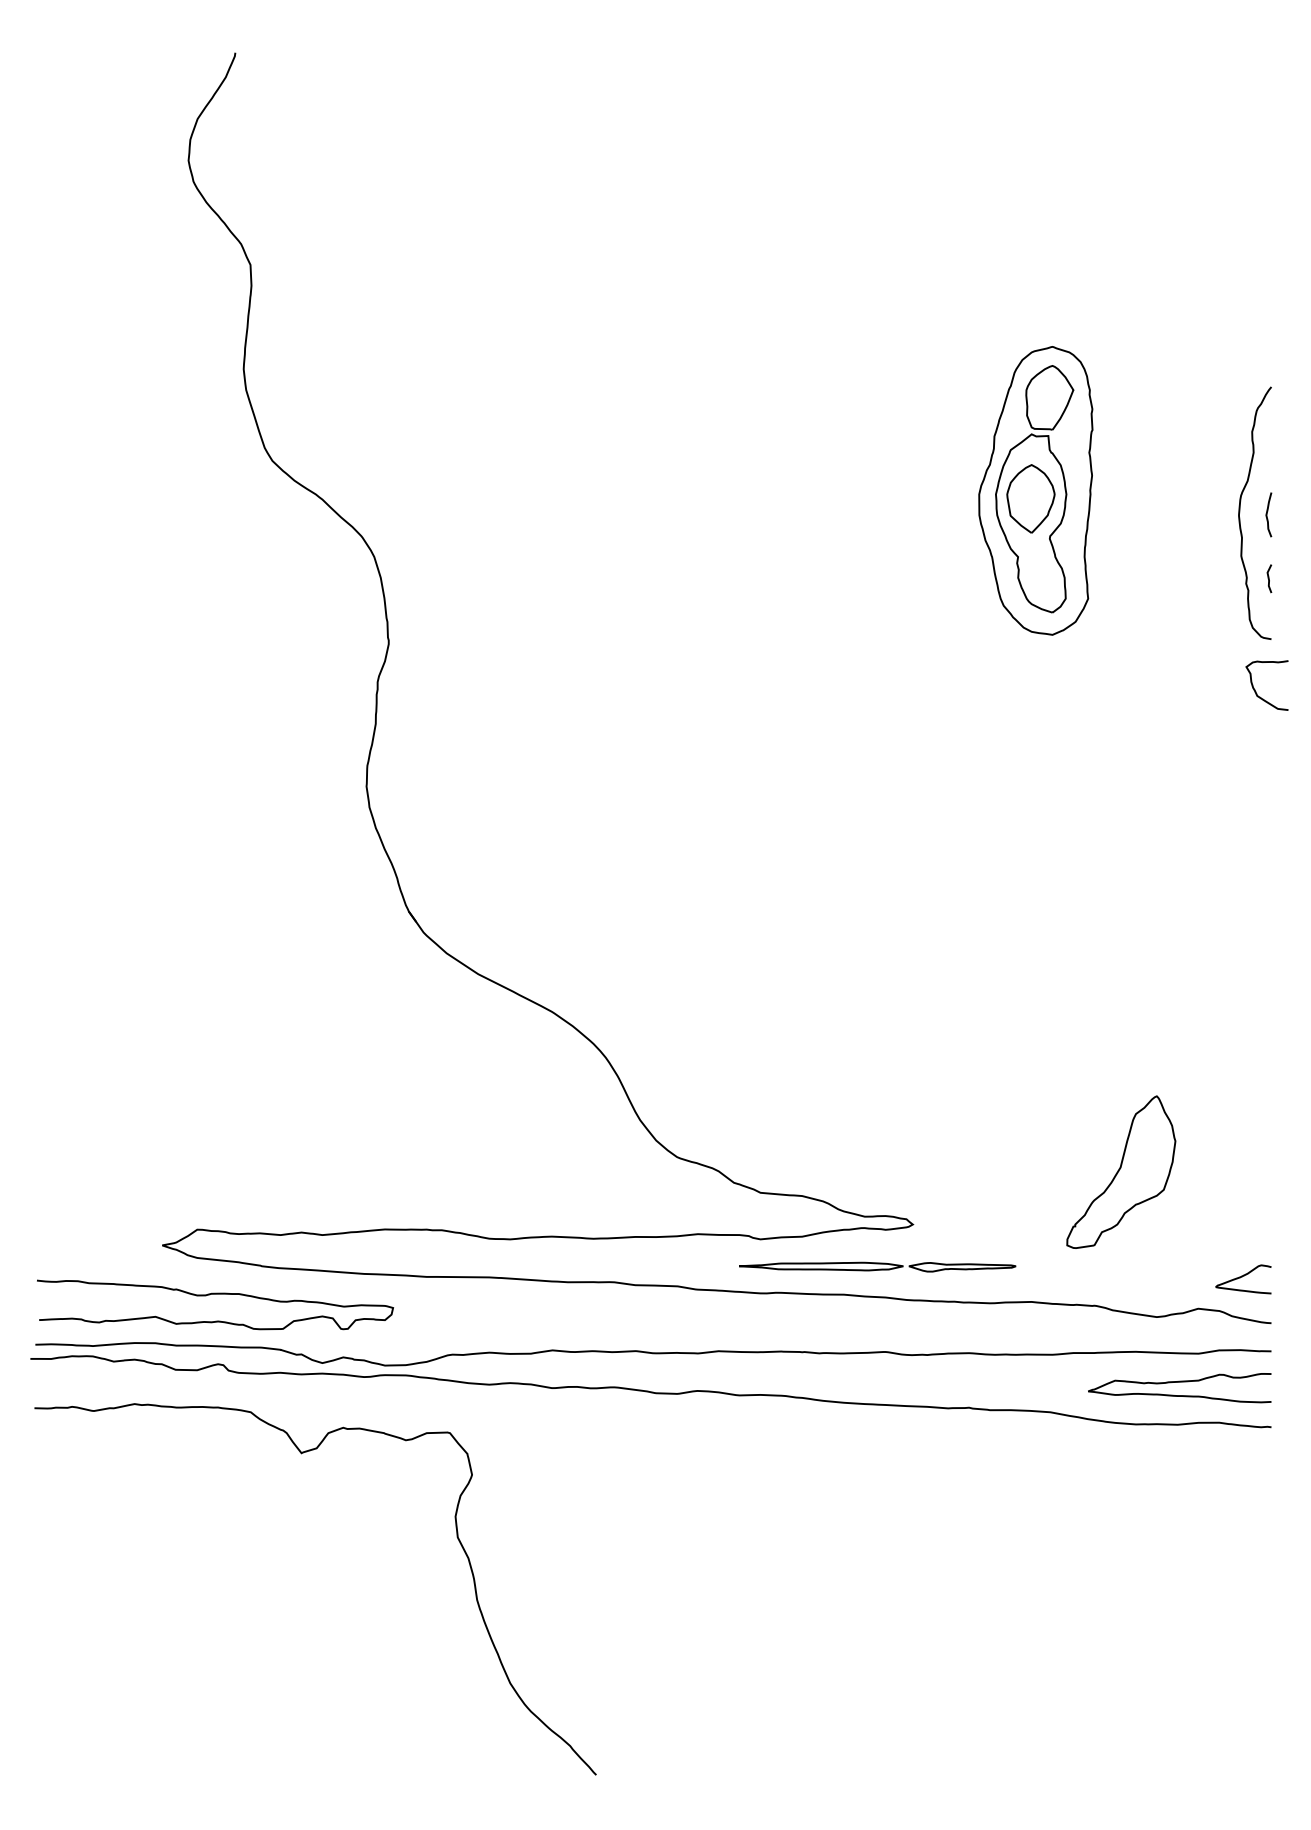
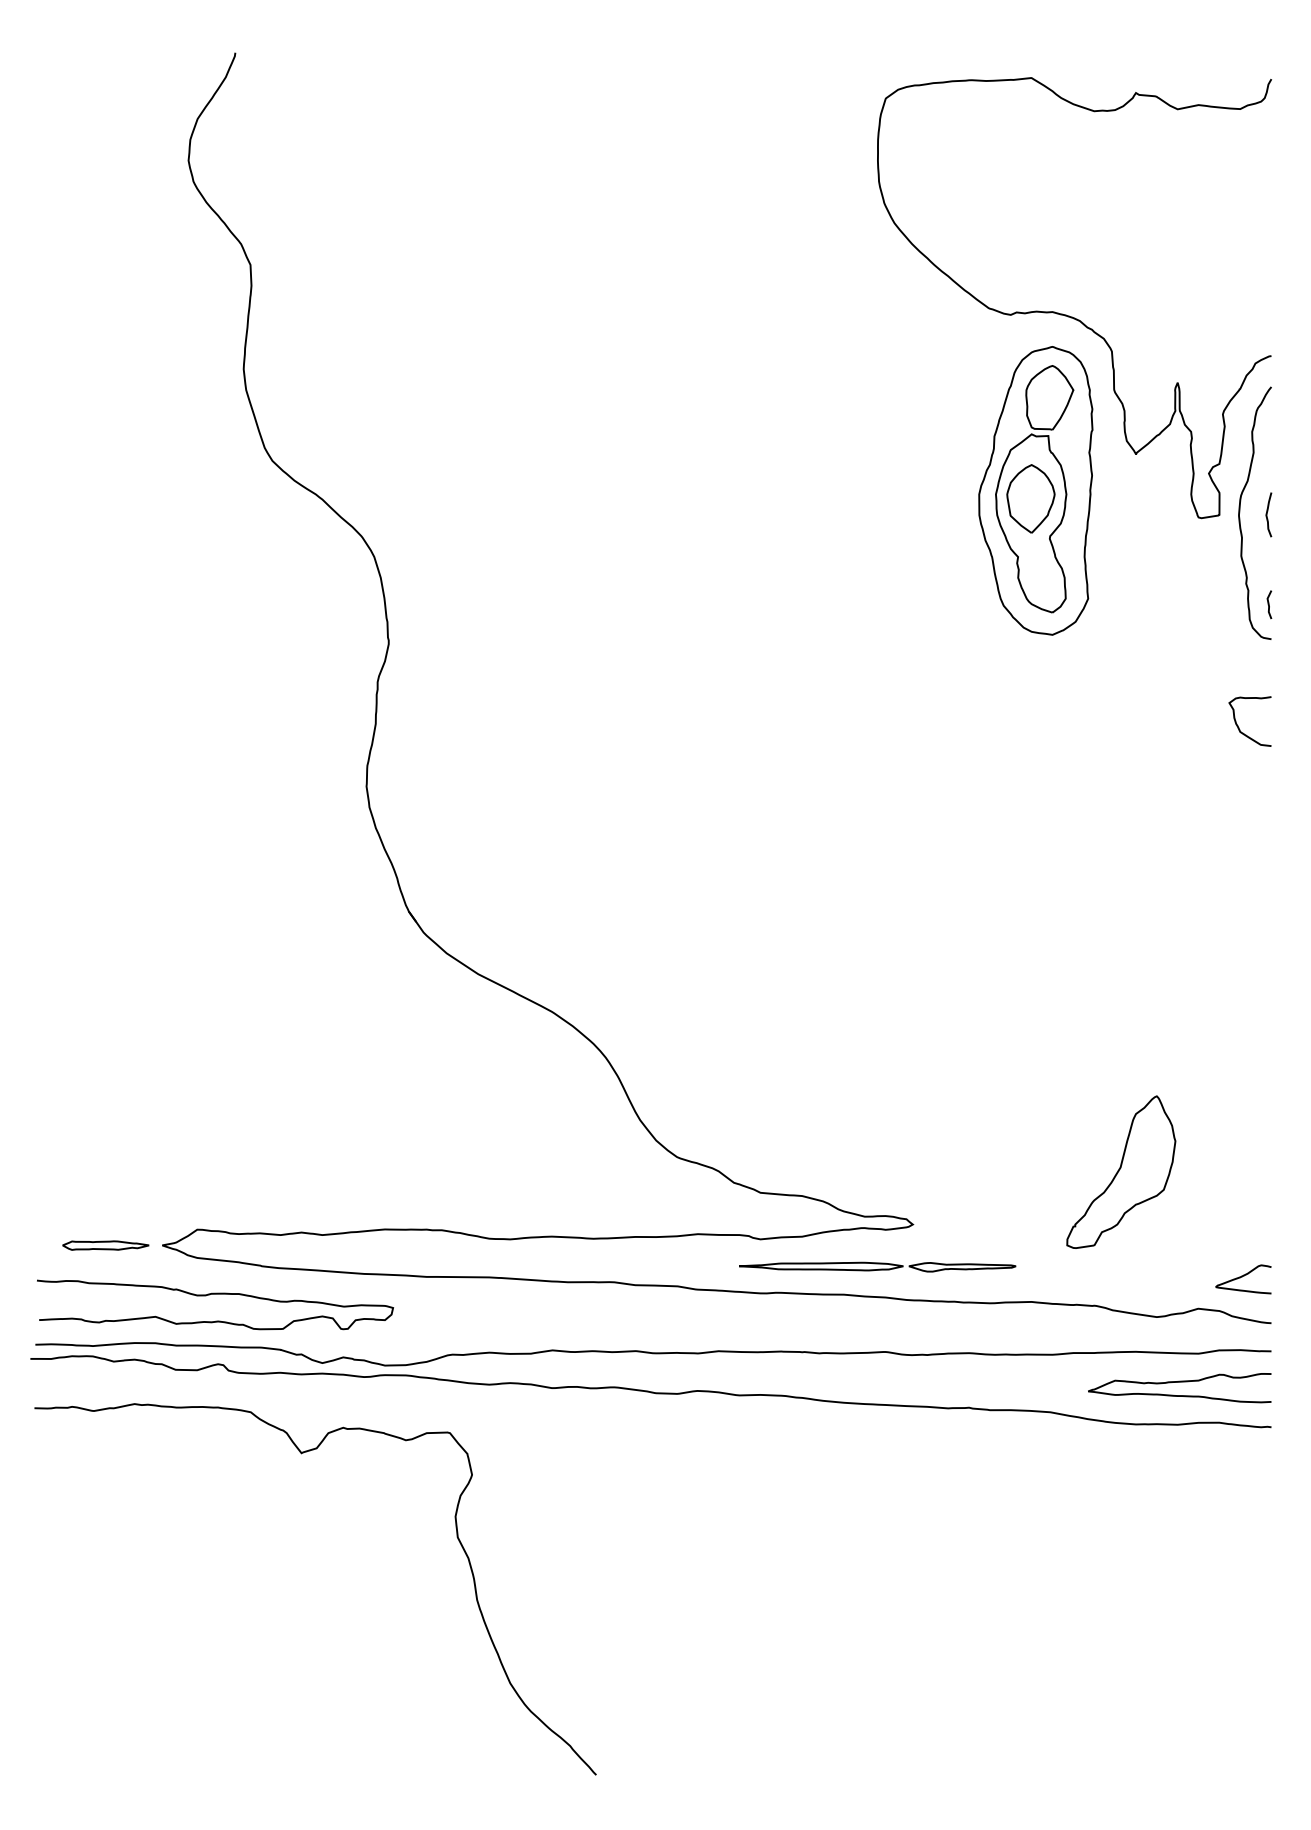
curve at (1069, 315): none -> present
line at (1269, 578) position: (1269, 578) -> (1269, 604)
curve at (1256, 691) position: (1256, 691) -> (1239, 727)
part at (105, 1245): none -> present
